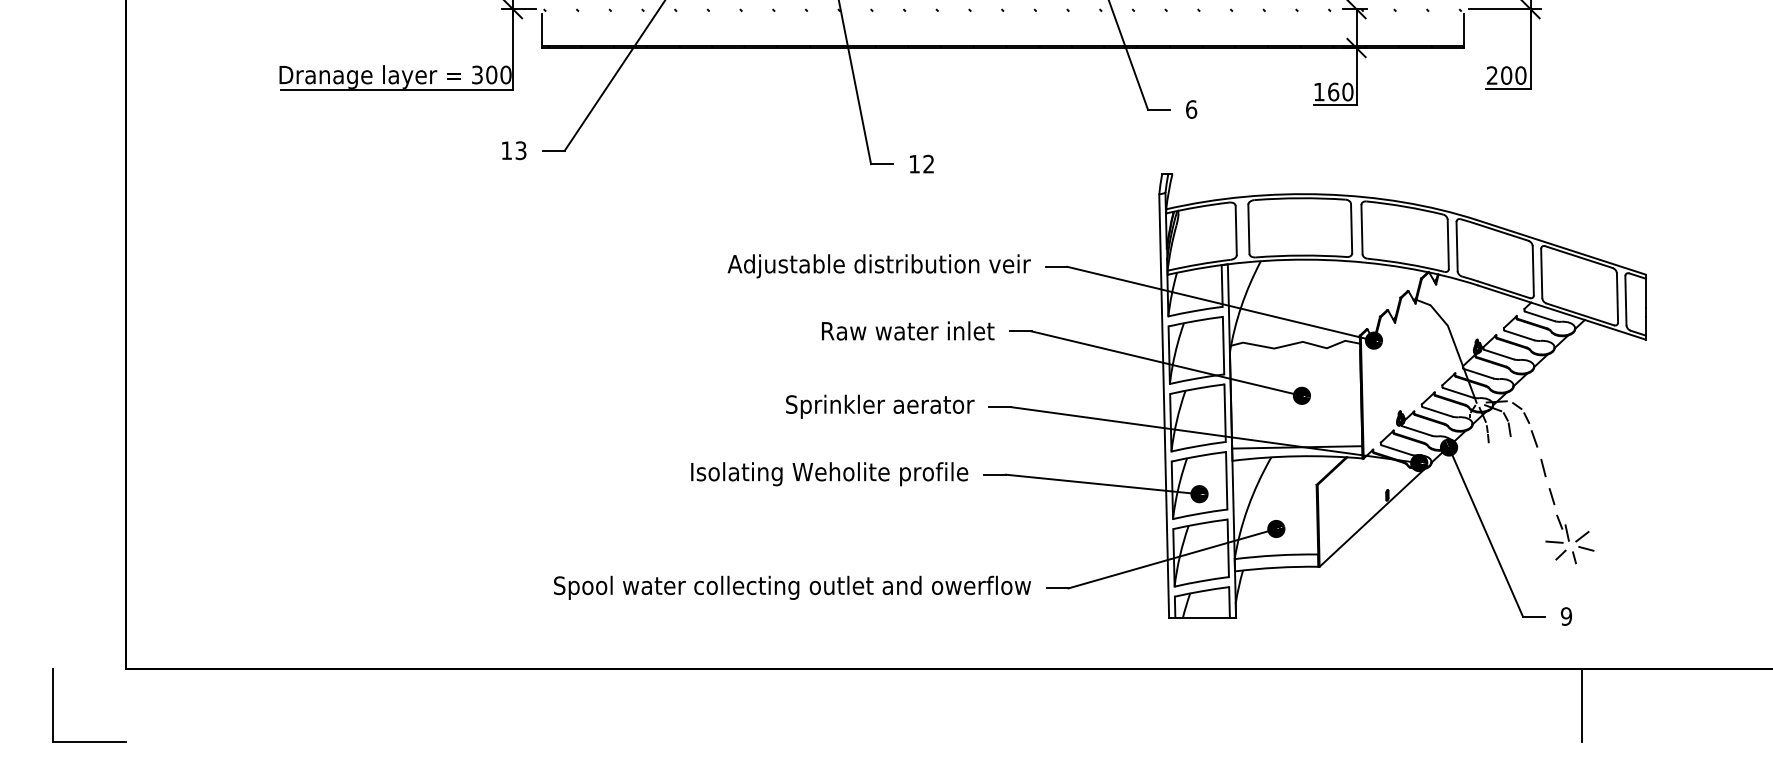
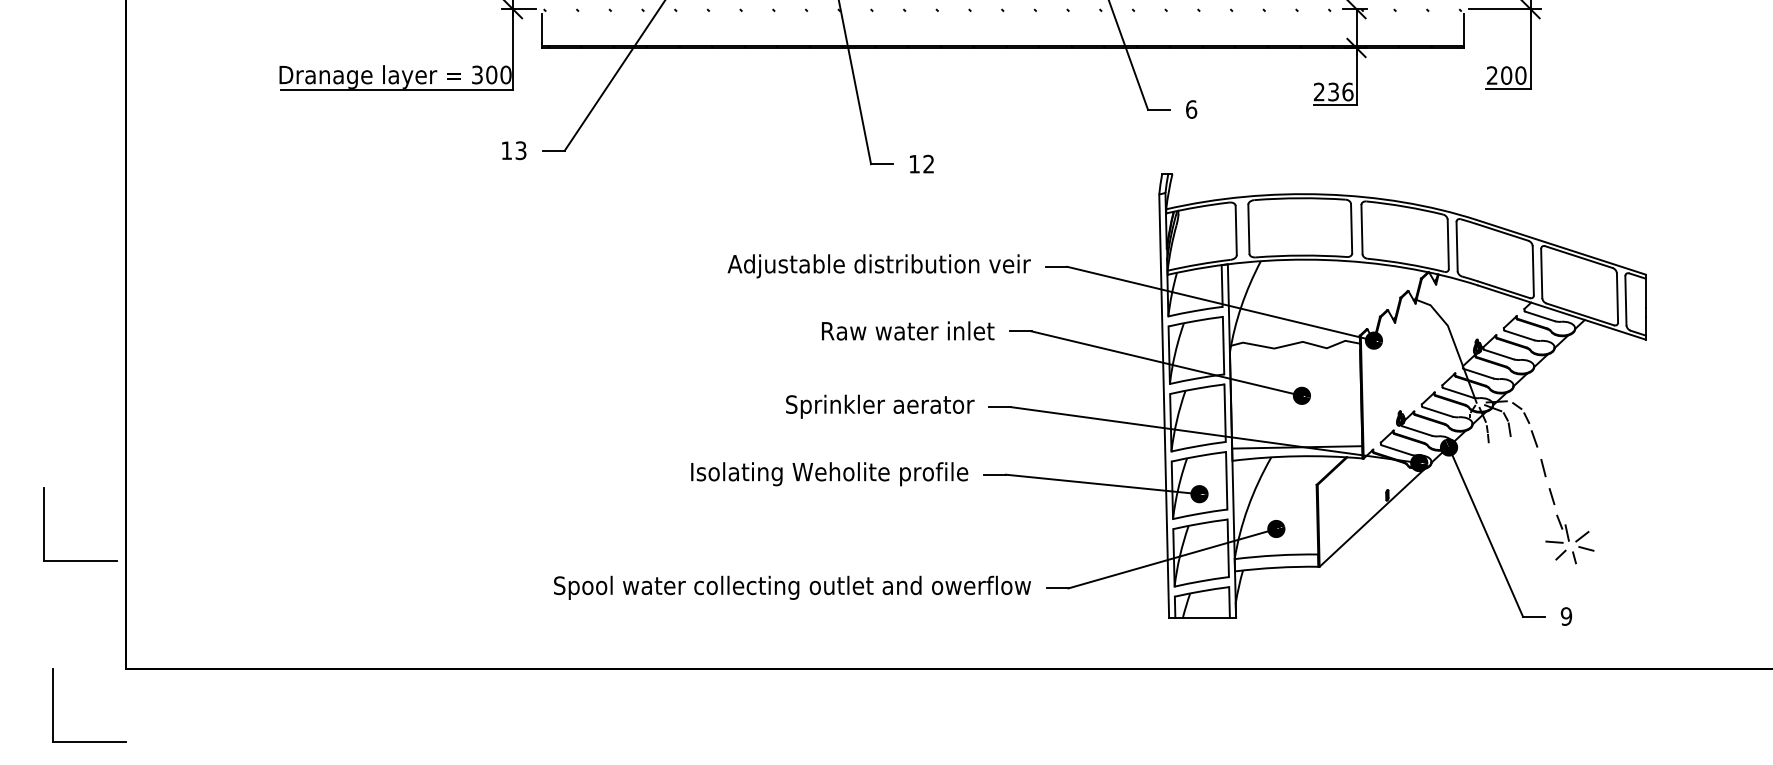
text at (1333, 91): 160 -> 236
part at (44, 524): none -> present
line at (1582, 705): present -> none
